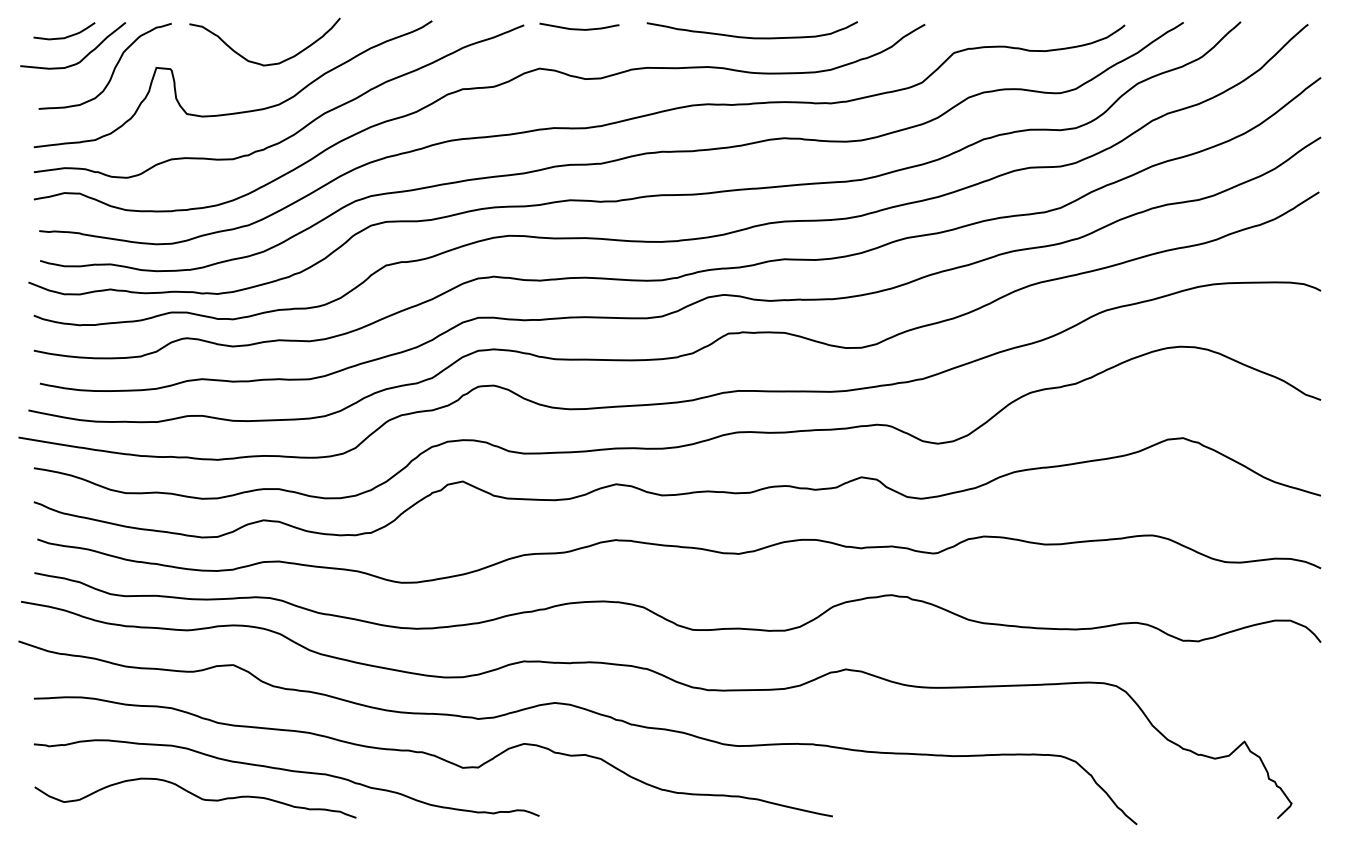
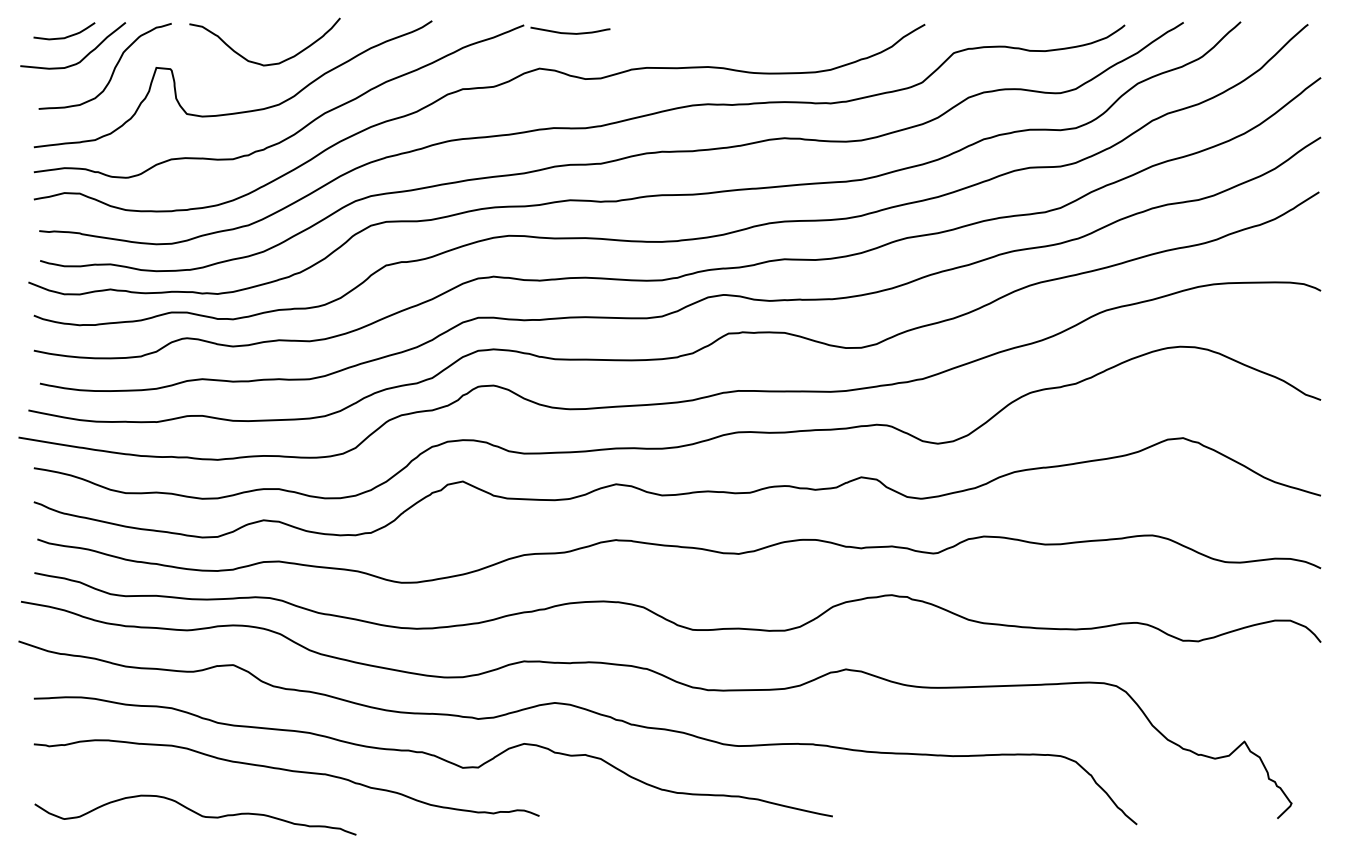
curve at (579, 28) position: (579, 28) -> (570, 32)
curve at (752, 37): present -> none
curve at (195, 796) position: (195, 796) -> (195, 813)
